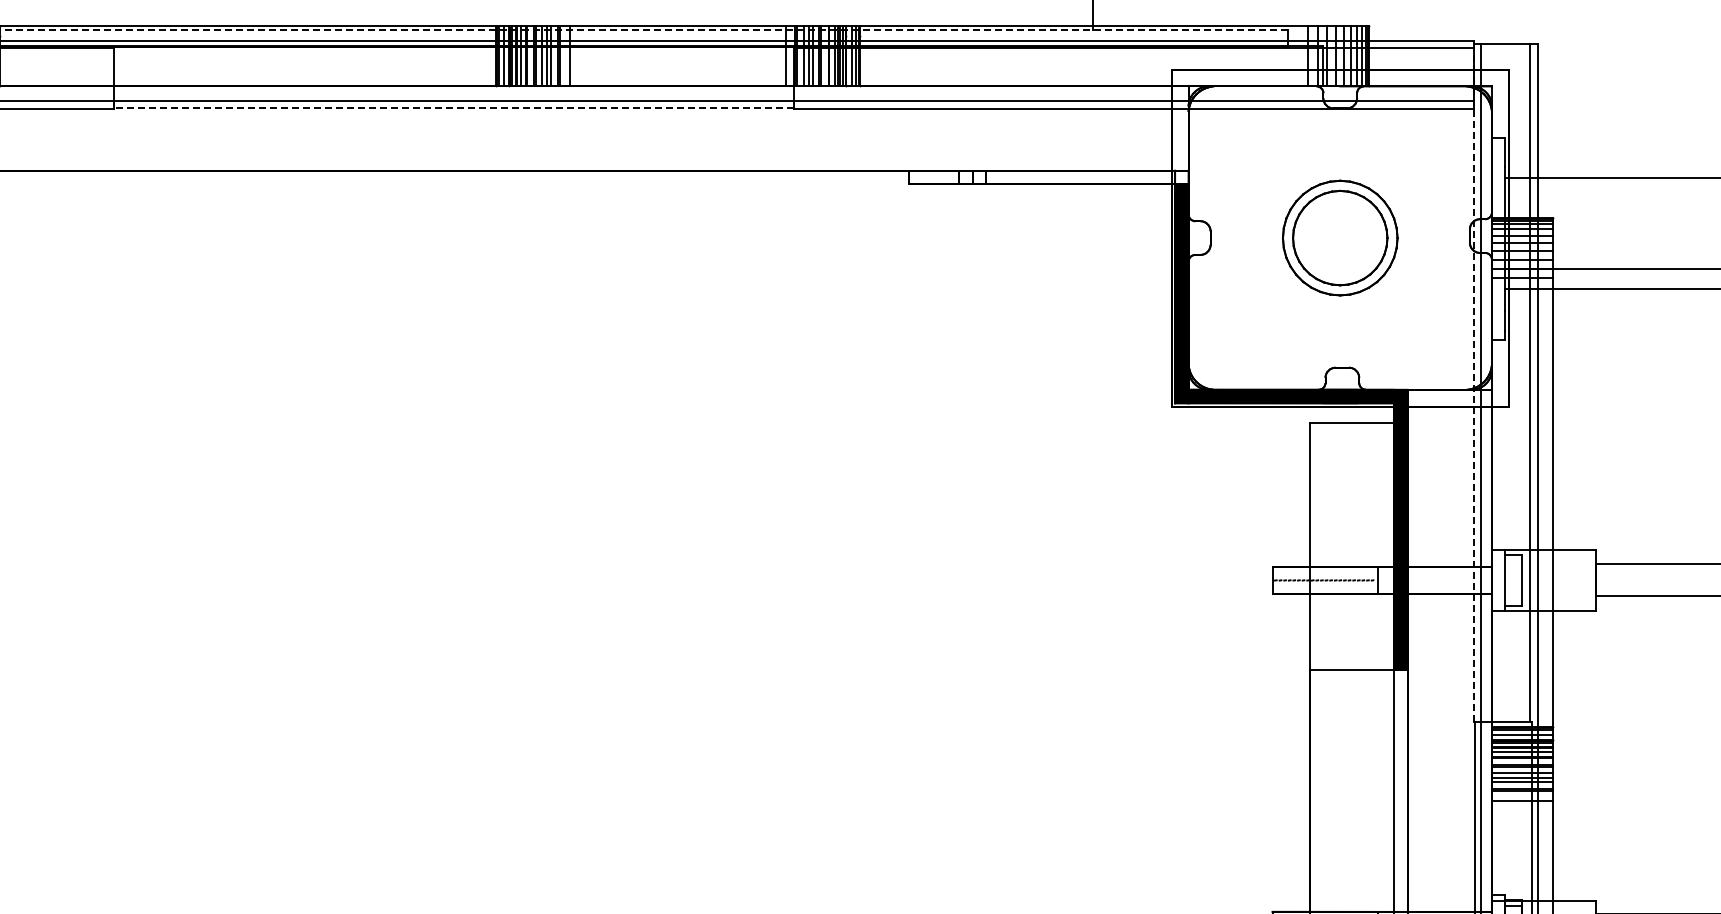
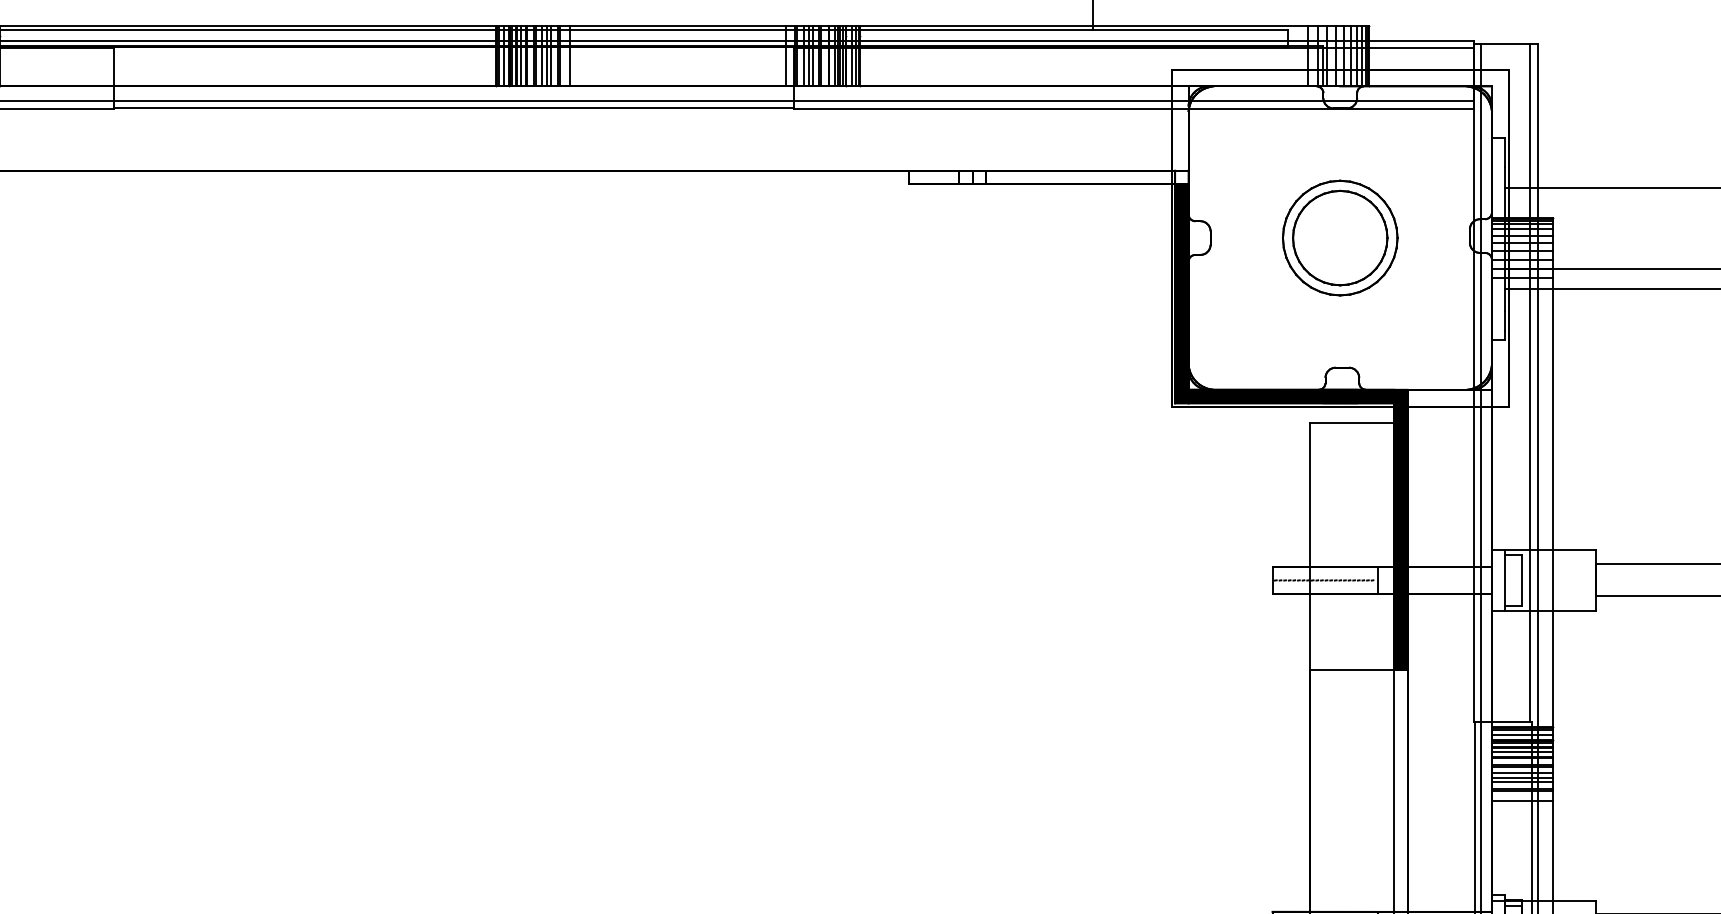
line at (644, 30): dashed -> solid
line at (454, 107): dashed -> solid
line at (1611, 178) position: (1611, 178) -> (1611, 188)
line at (1473, 382): dashed -> solid
